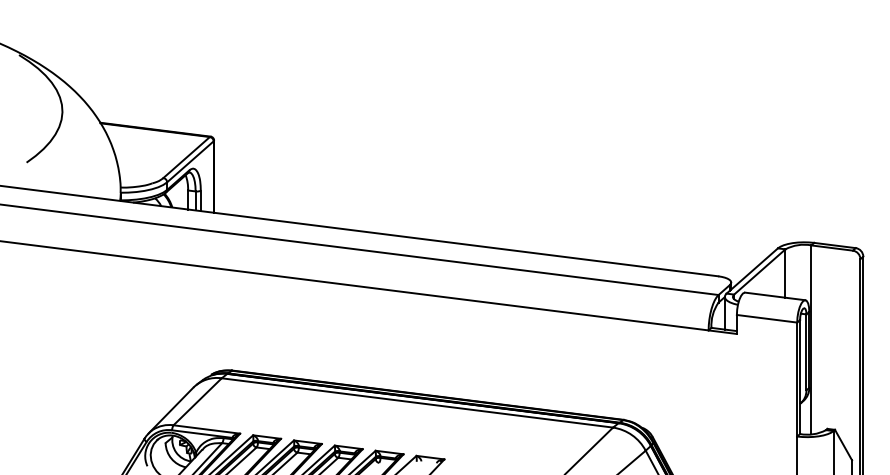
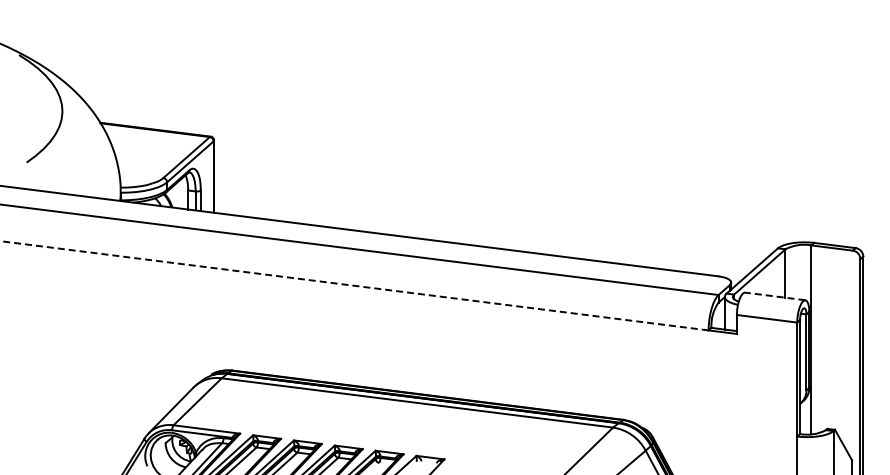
line at (354, 285): solid -> dashed
line at (774, 296): solid -> dashed
